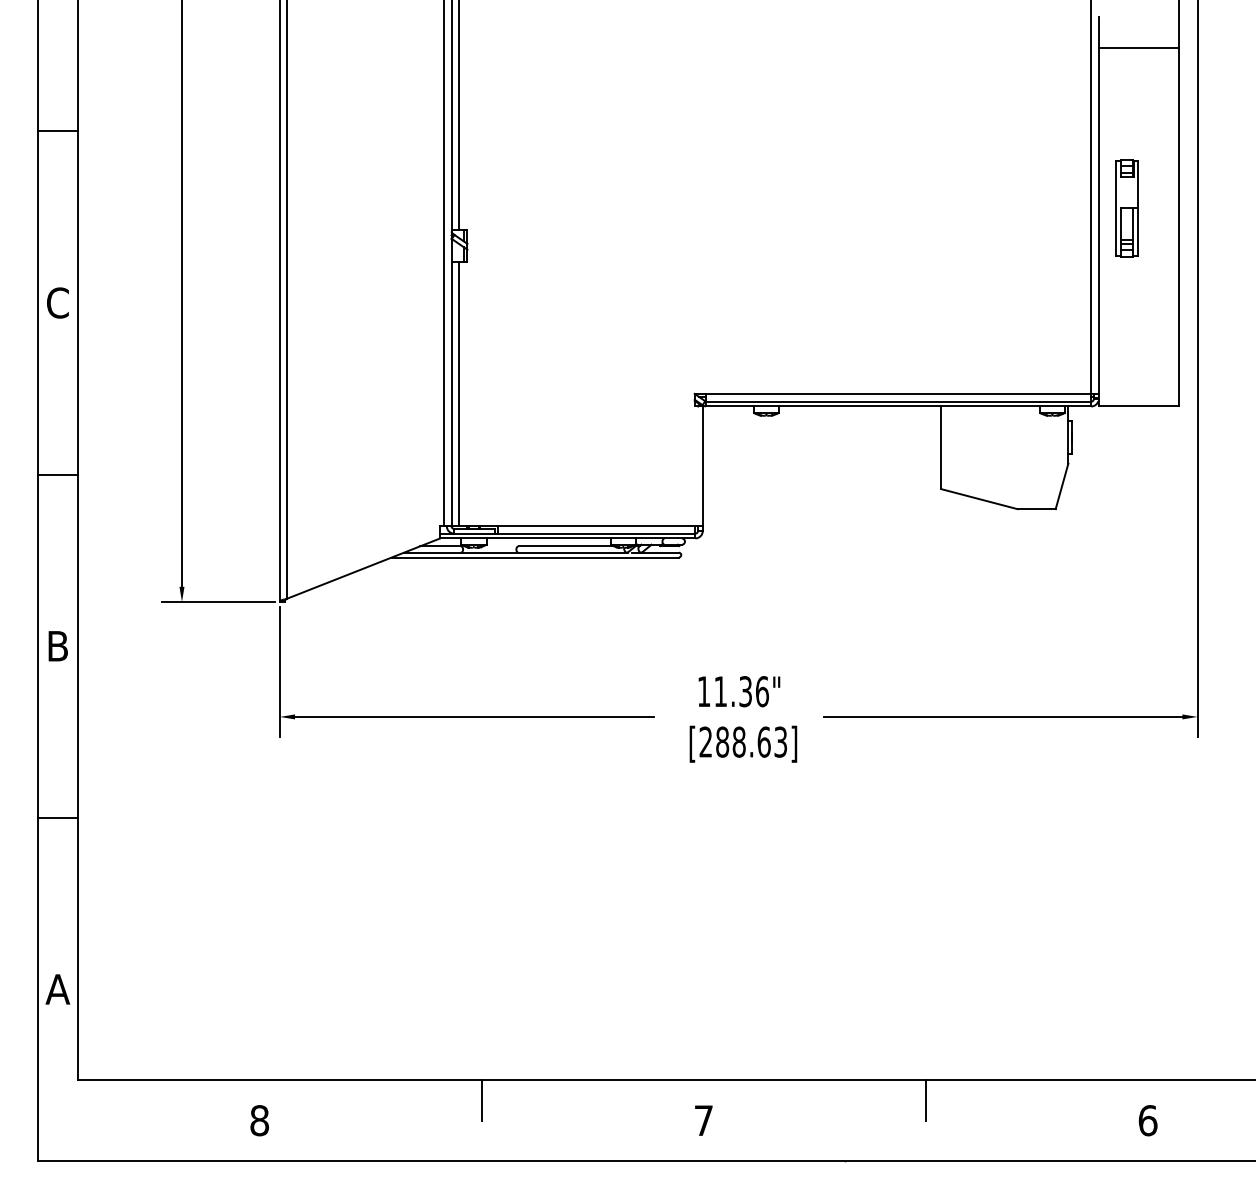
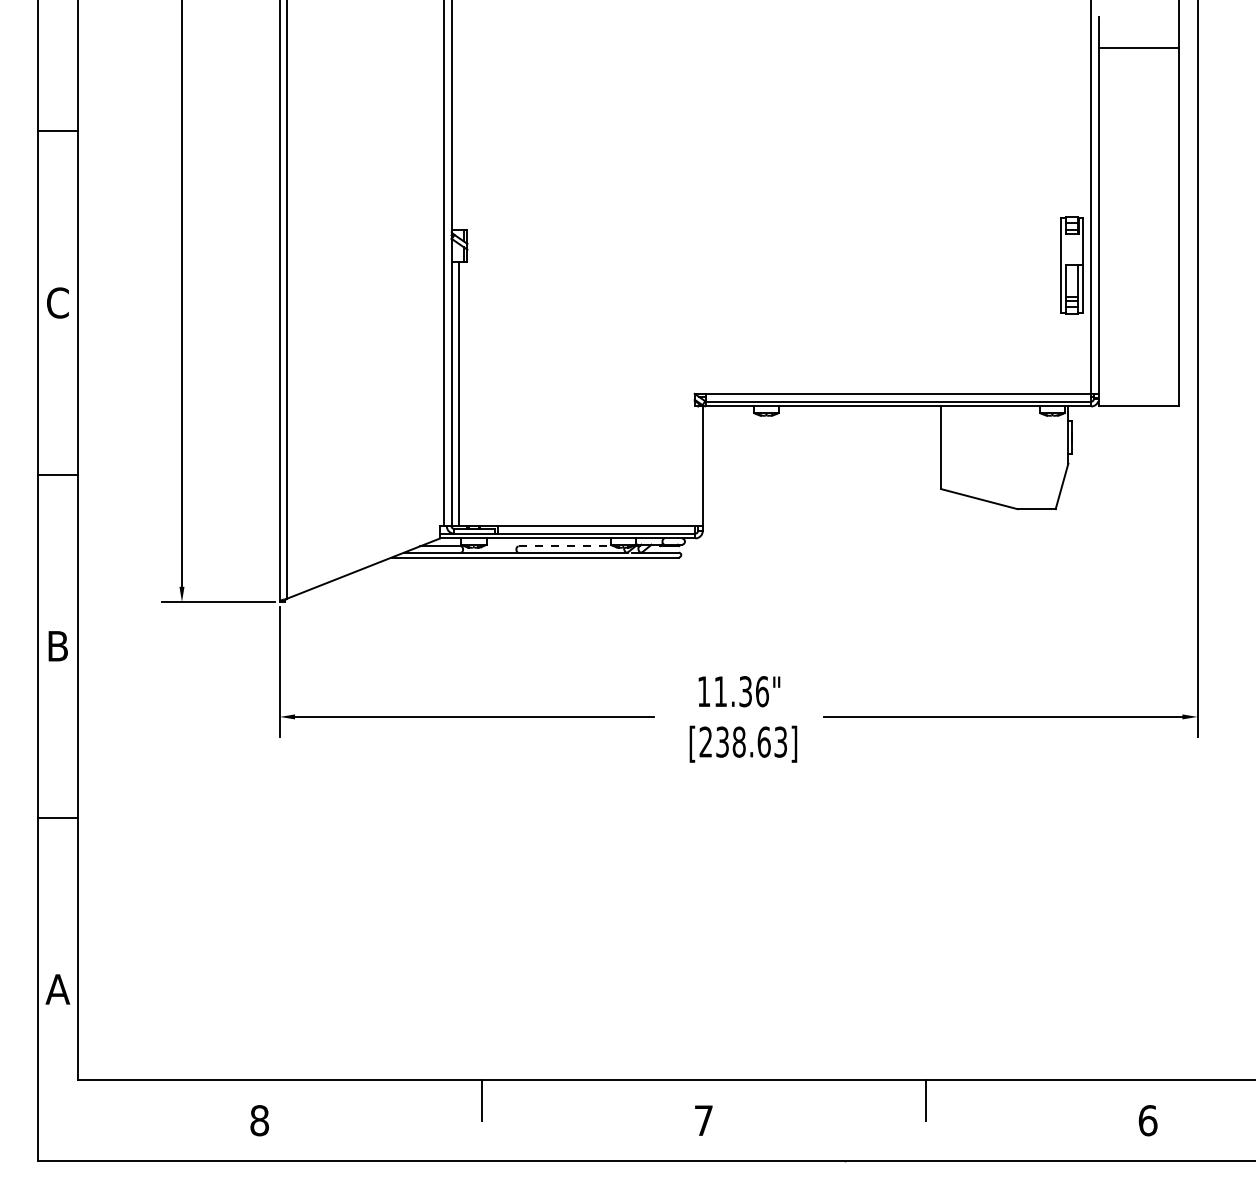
line at (458, 116): present -> none
part at (1126, 208) position: (1126, 208) -> (1071, 265)
line at (566, 546): solid -> dashed
text at (722, 741): [288.63] -> [238.63]
